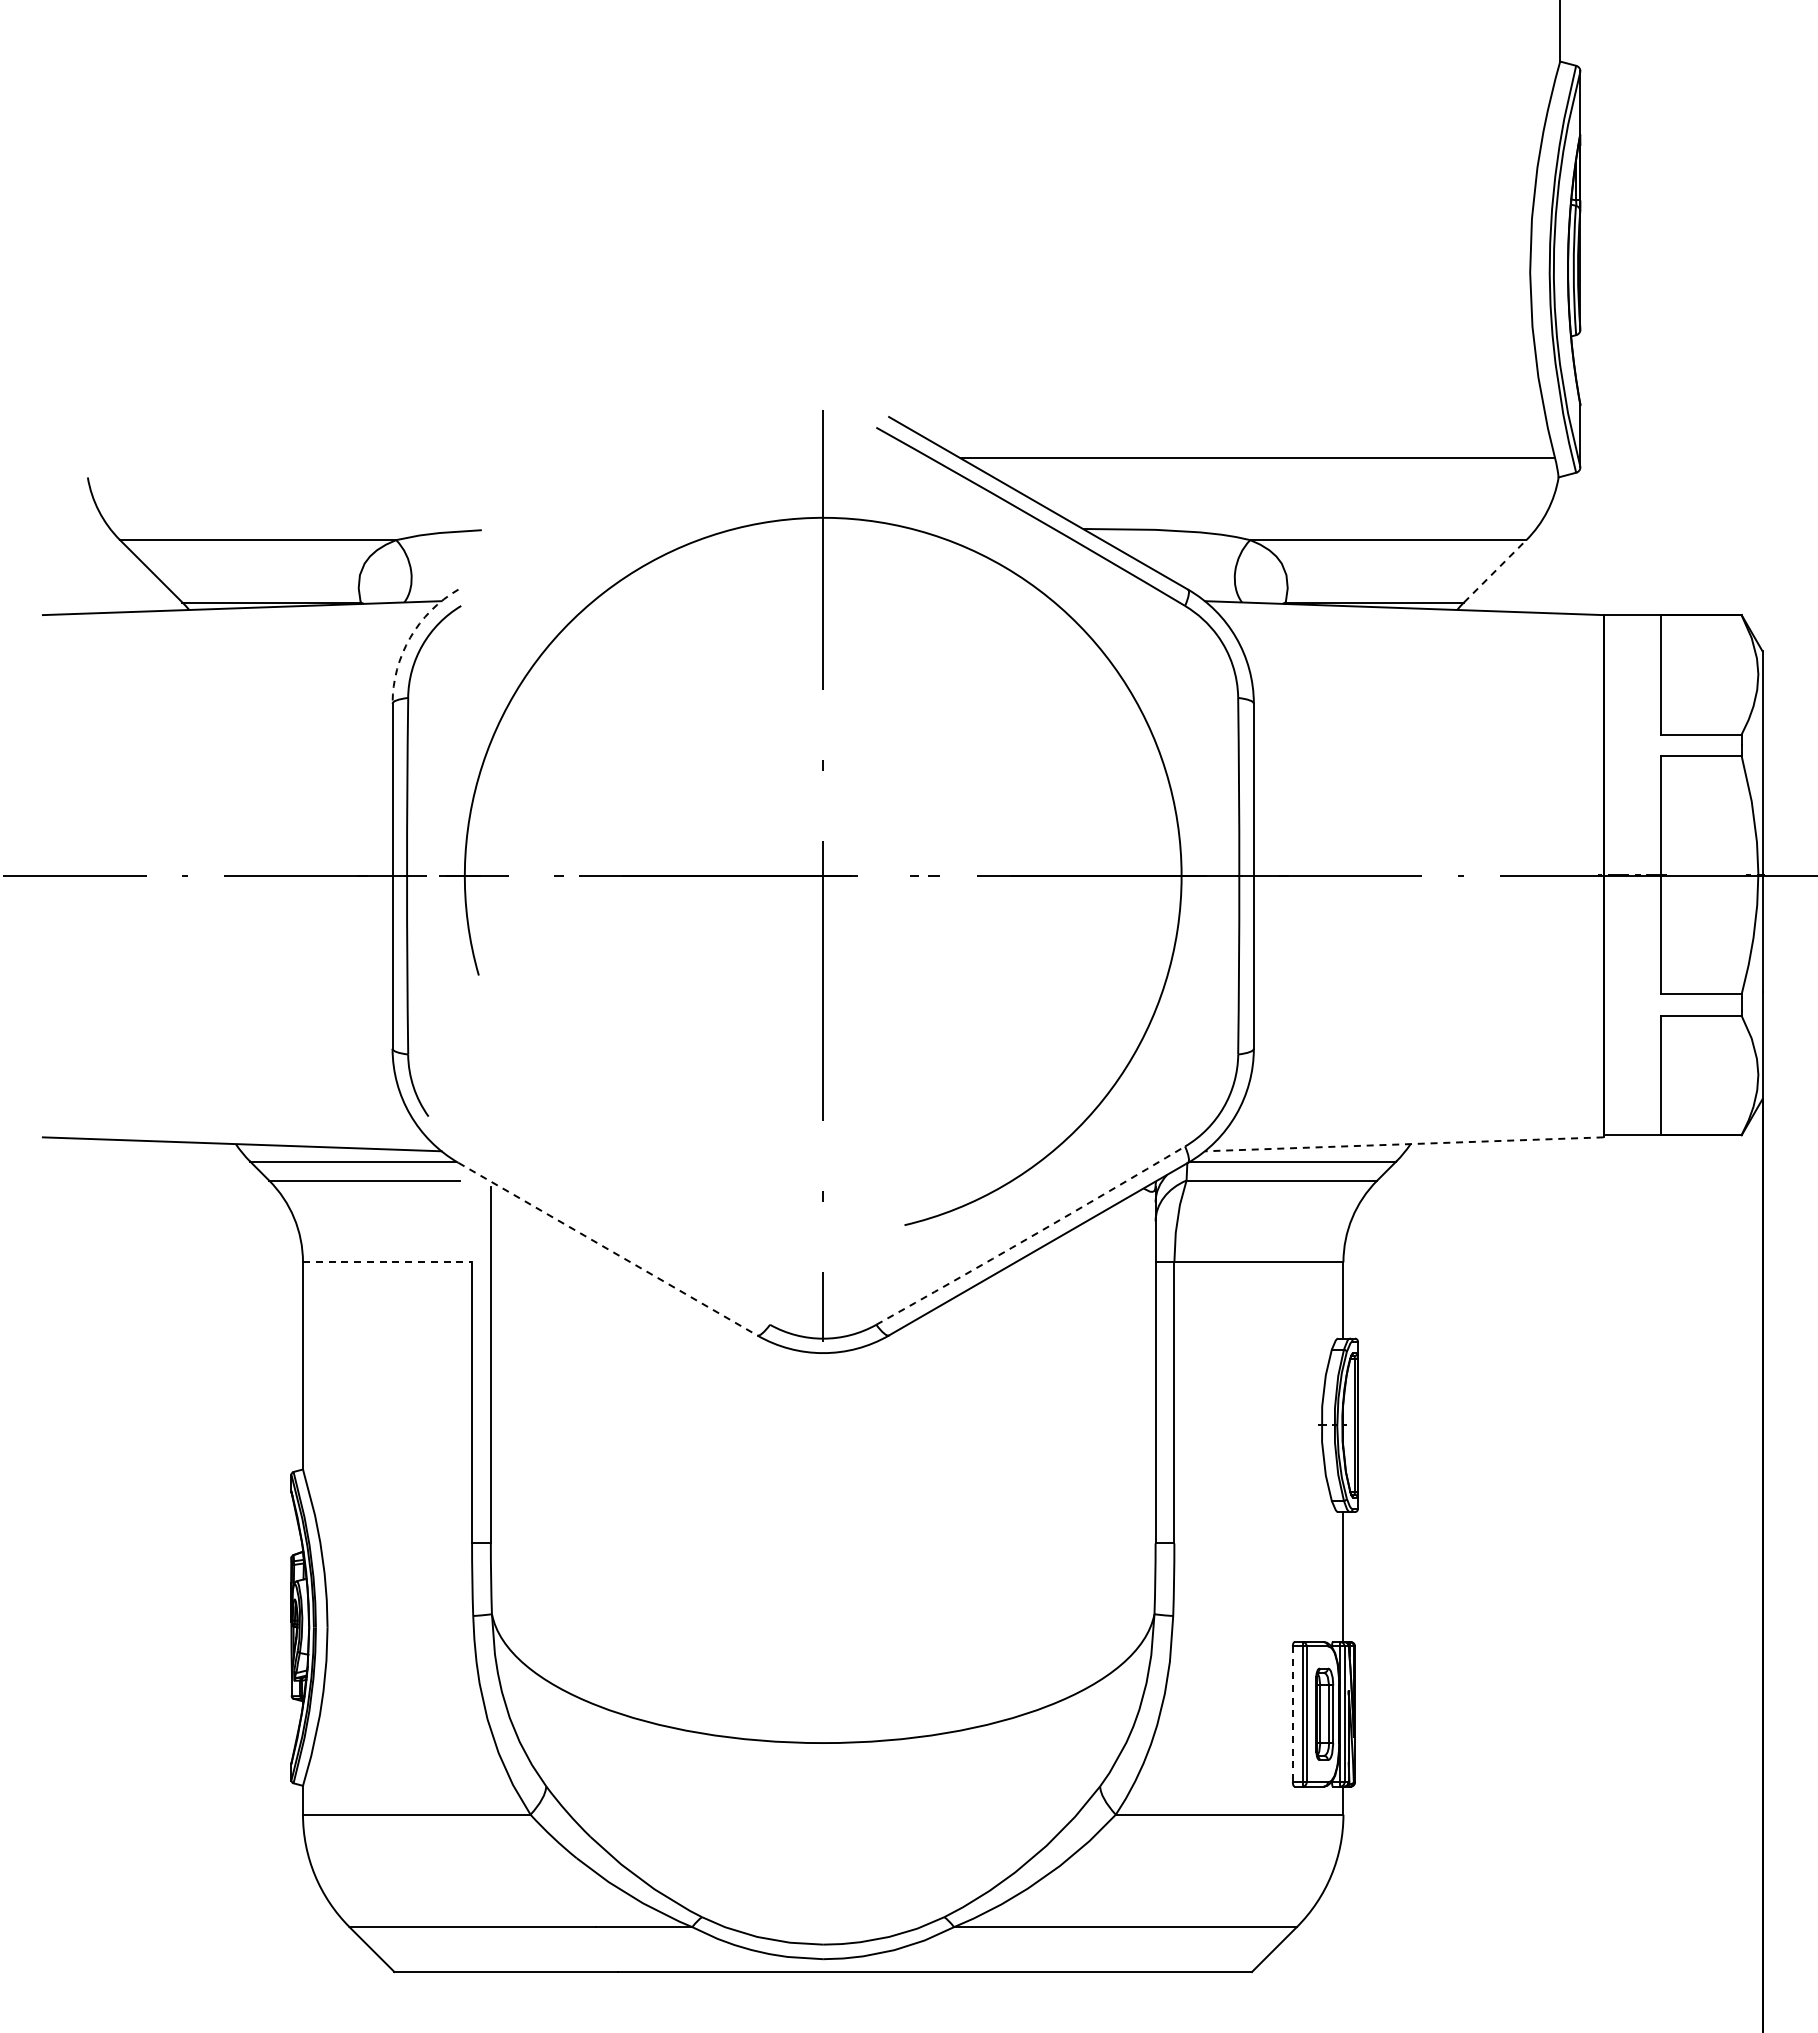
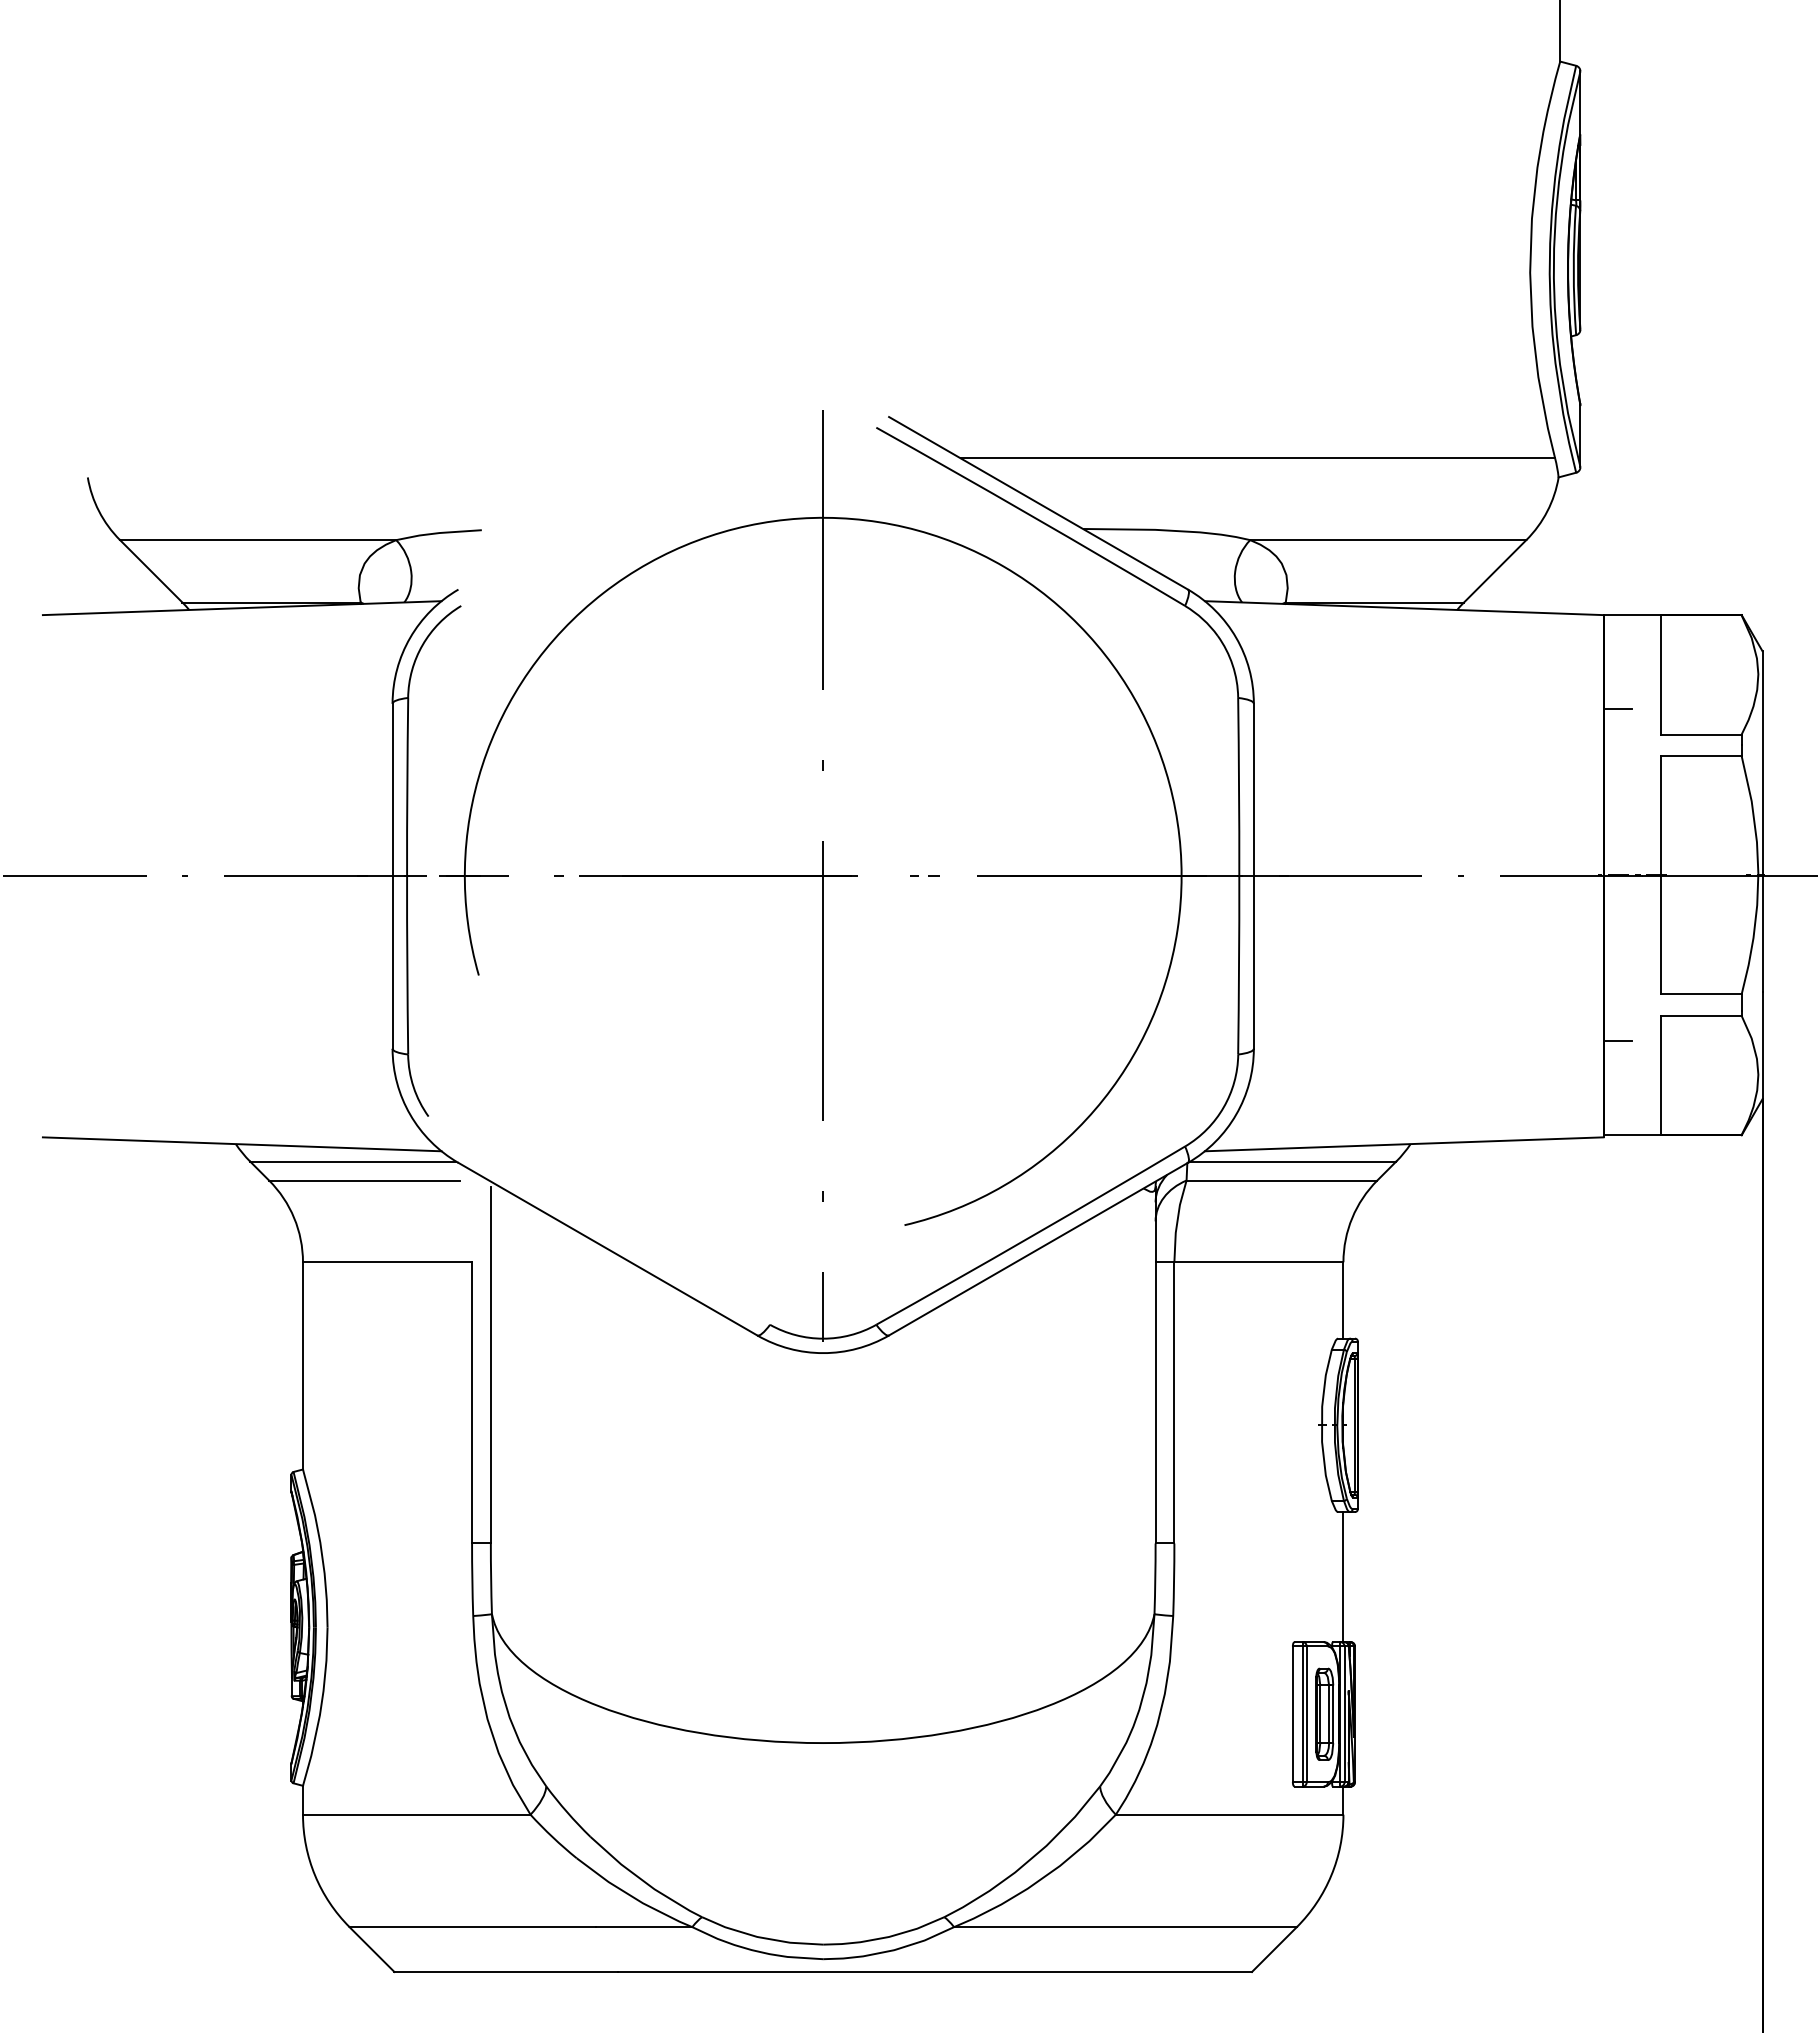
line at (1495, 570): dashed -> solid
arc at (410, 637): dashed -> solid
line at (1617, 709): none -> present
line at (1617, 1041): none -> present
line at (1403, 1144): dashed -> solid
arc at (1031, 1236): dashed -> solid
line at (607, 1249): dashed -> solid
line at (387, 1262): dashed -> solid
line at (1292, 1714): dashed -> solid
